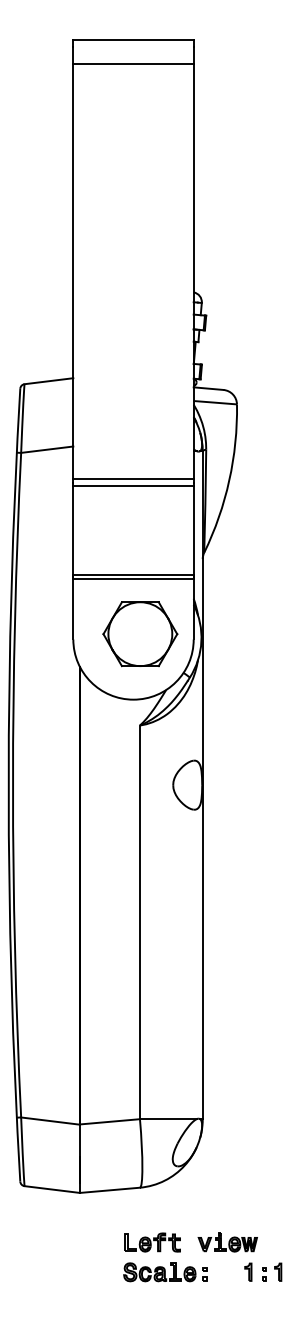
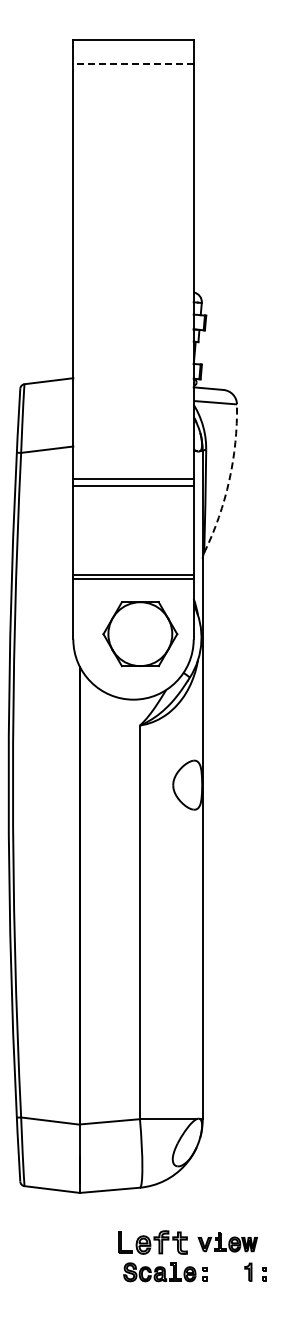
line at (133, 64): solid -> dashed
arc at (229, 480): solid -> dashed
part at (152, 1242) size: 57x21 px -> 70x25 px
part at (278, 1271): present -> none
